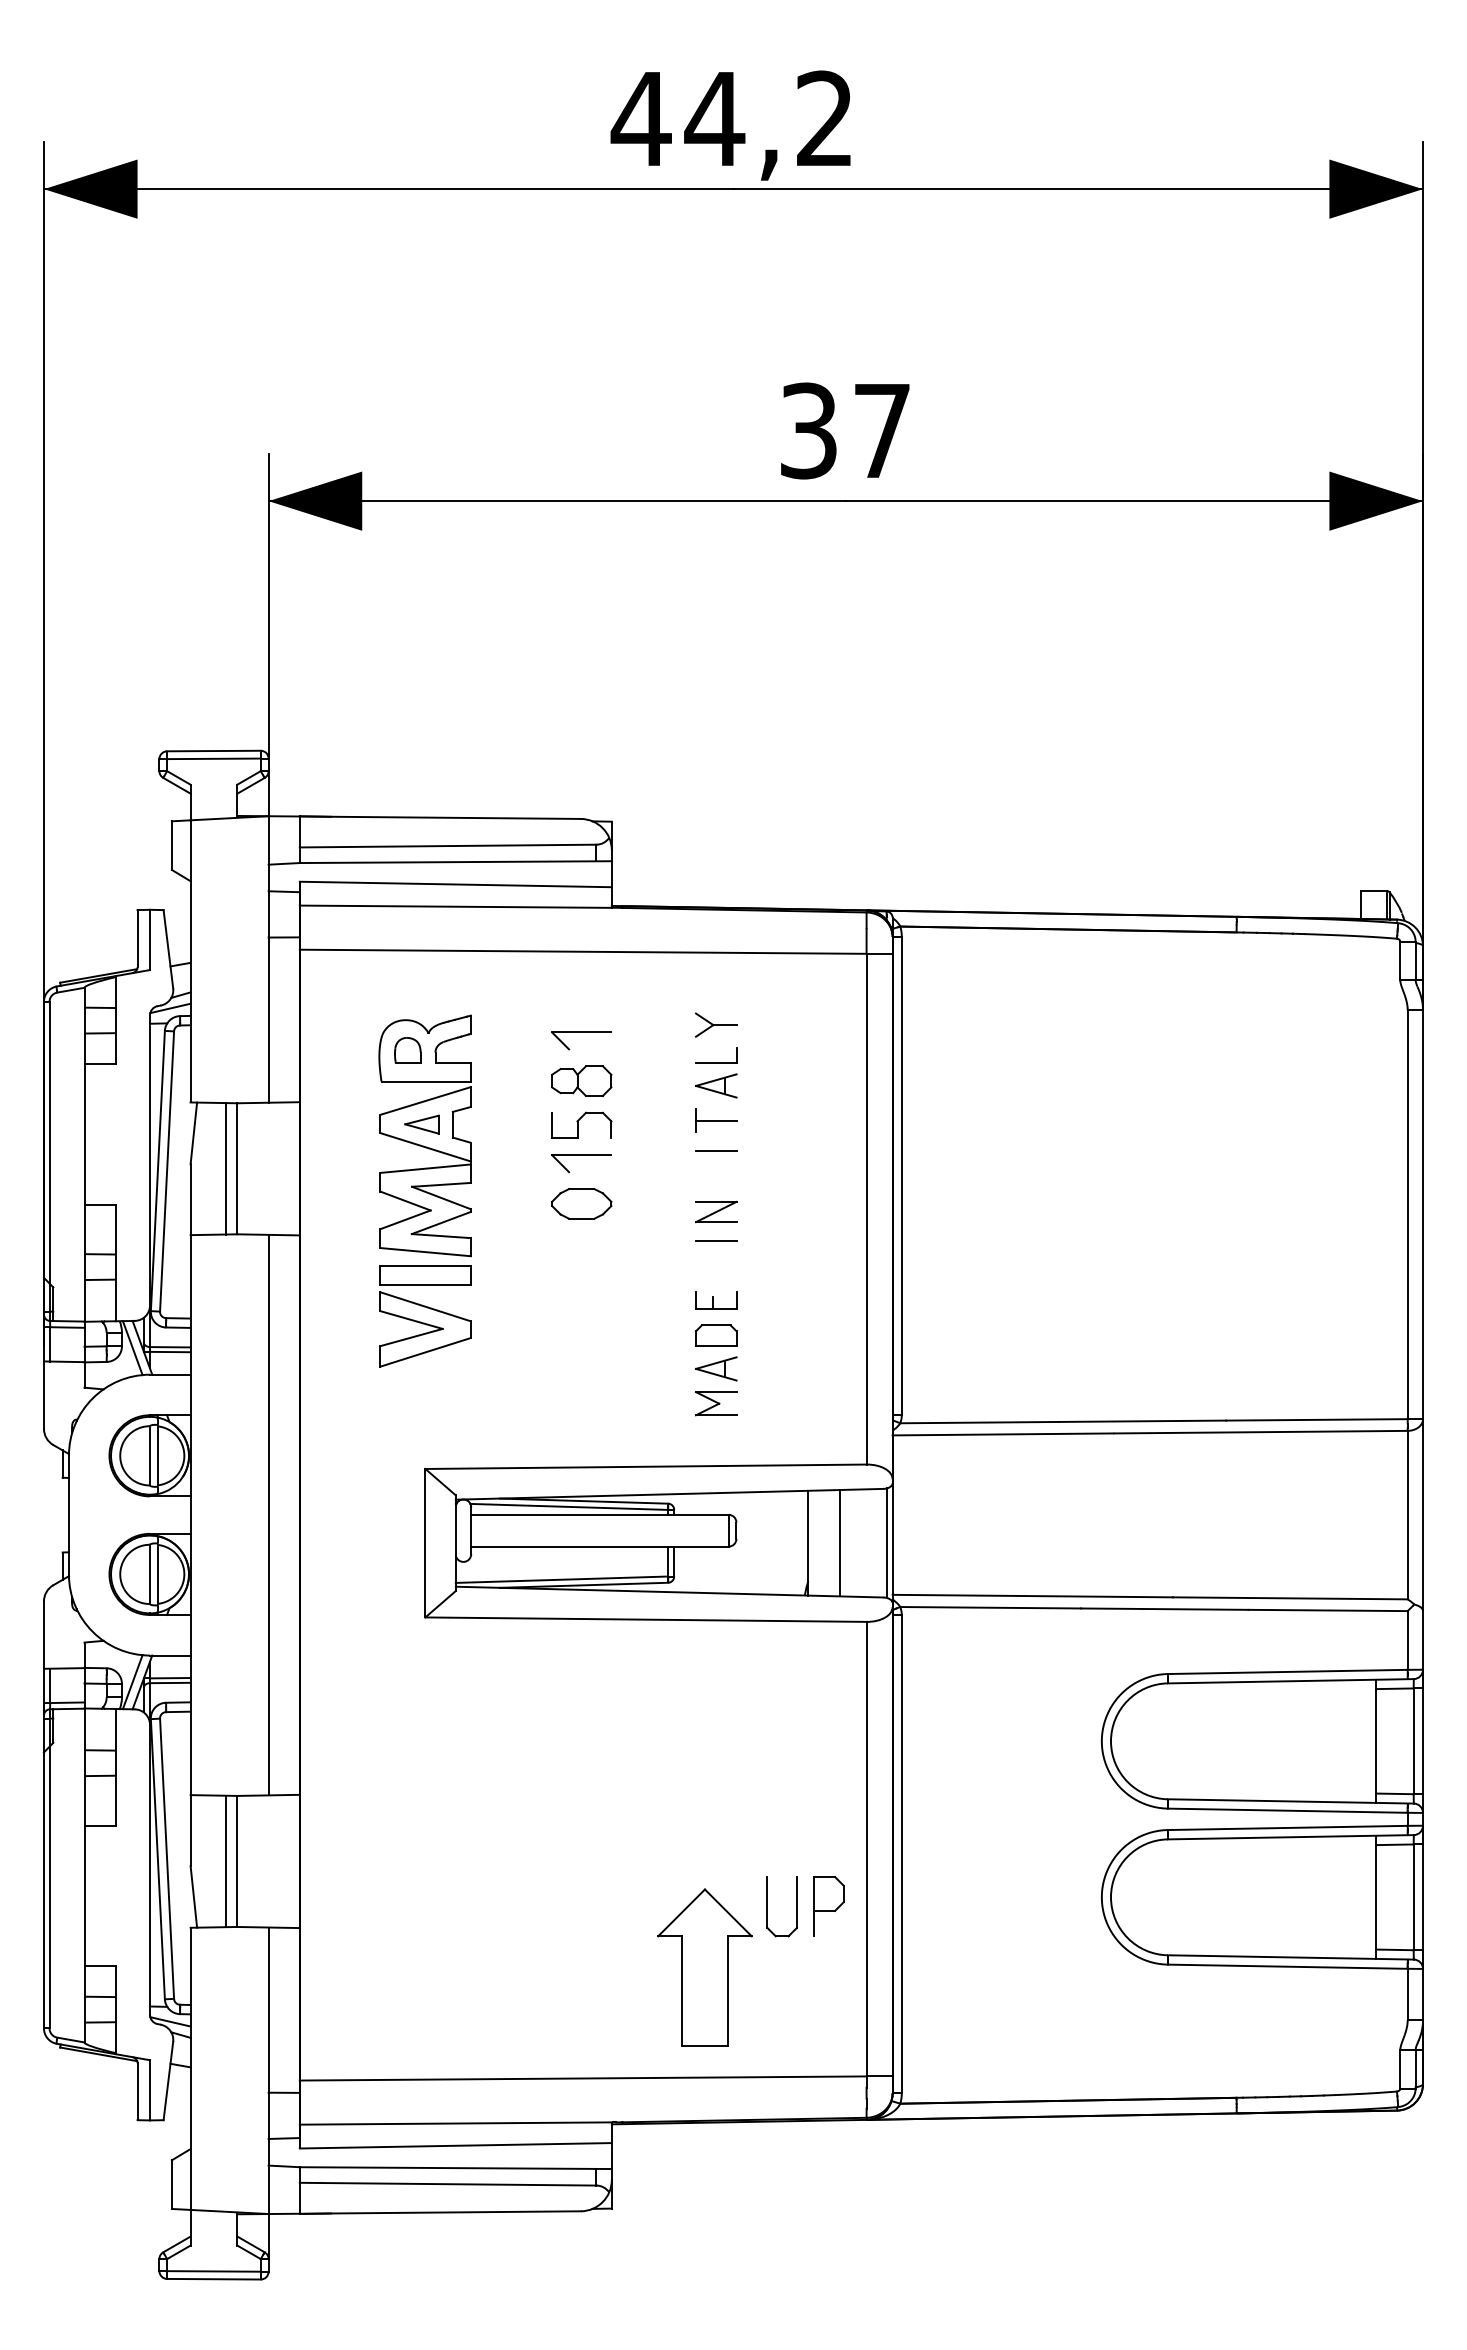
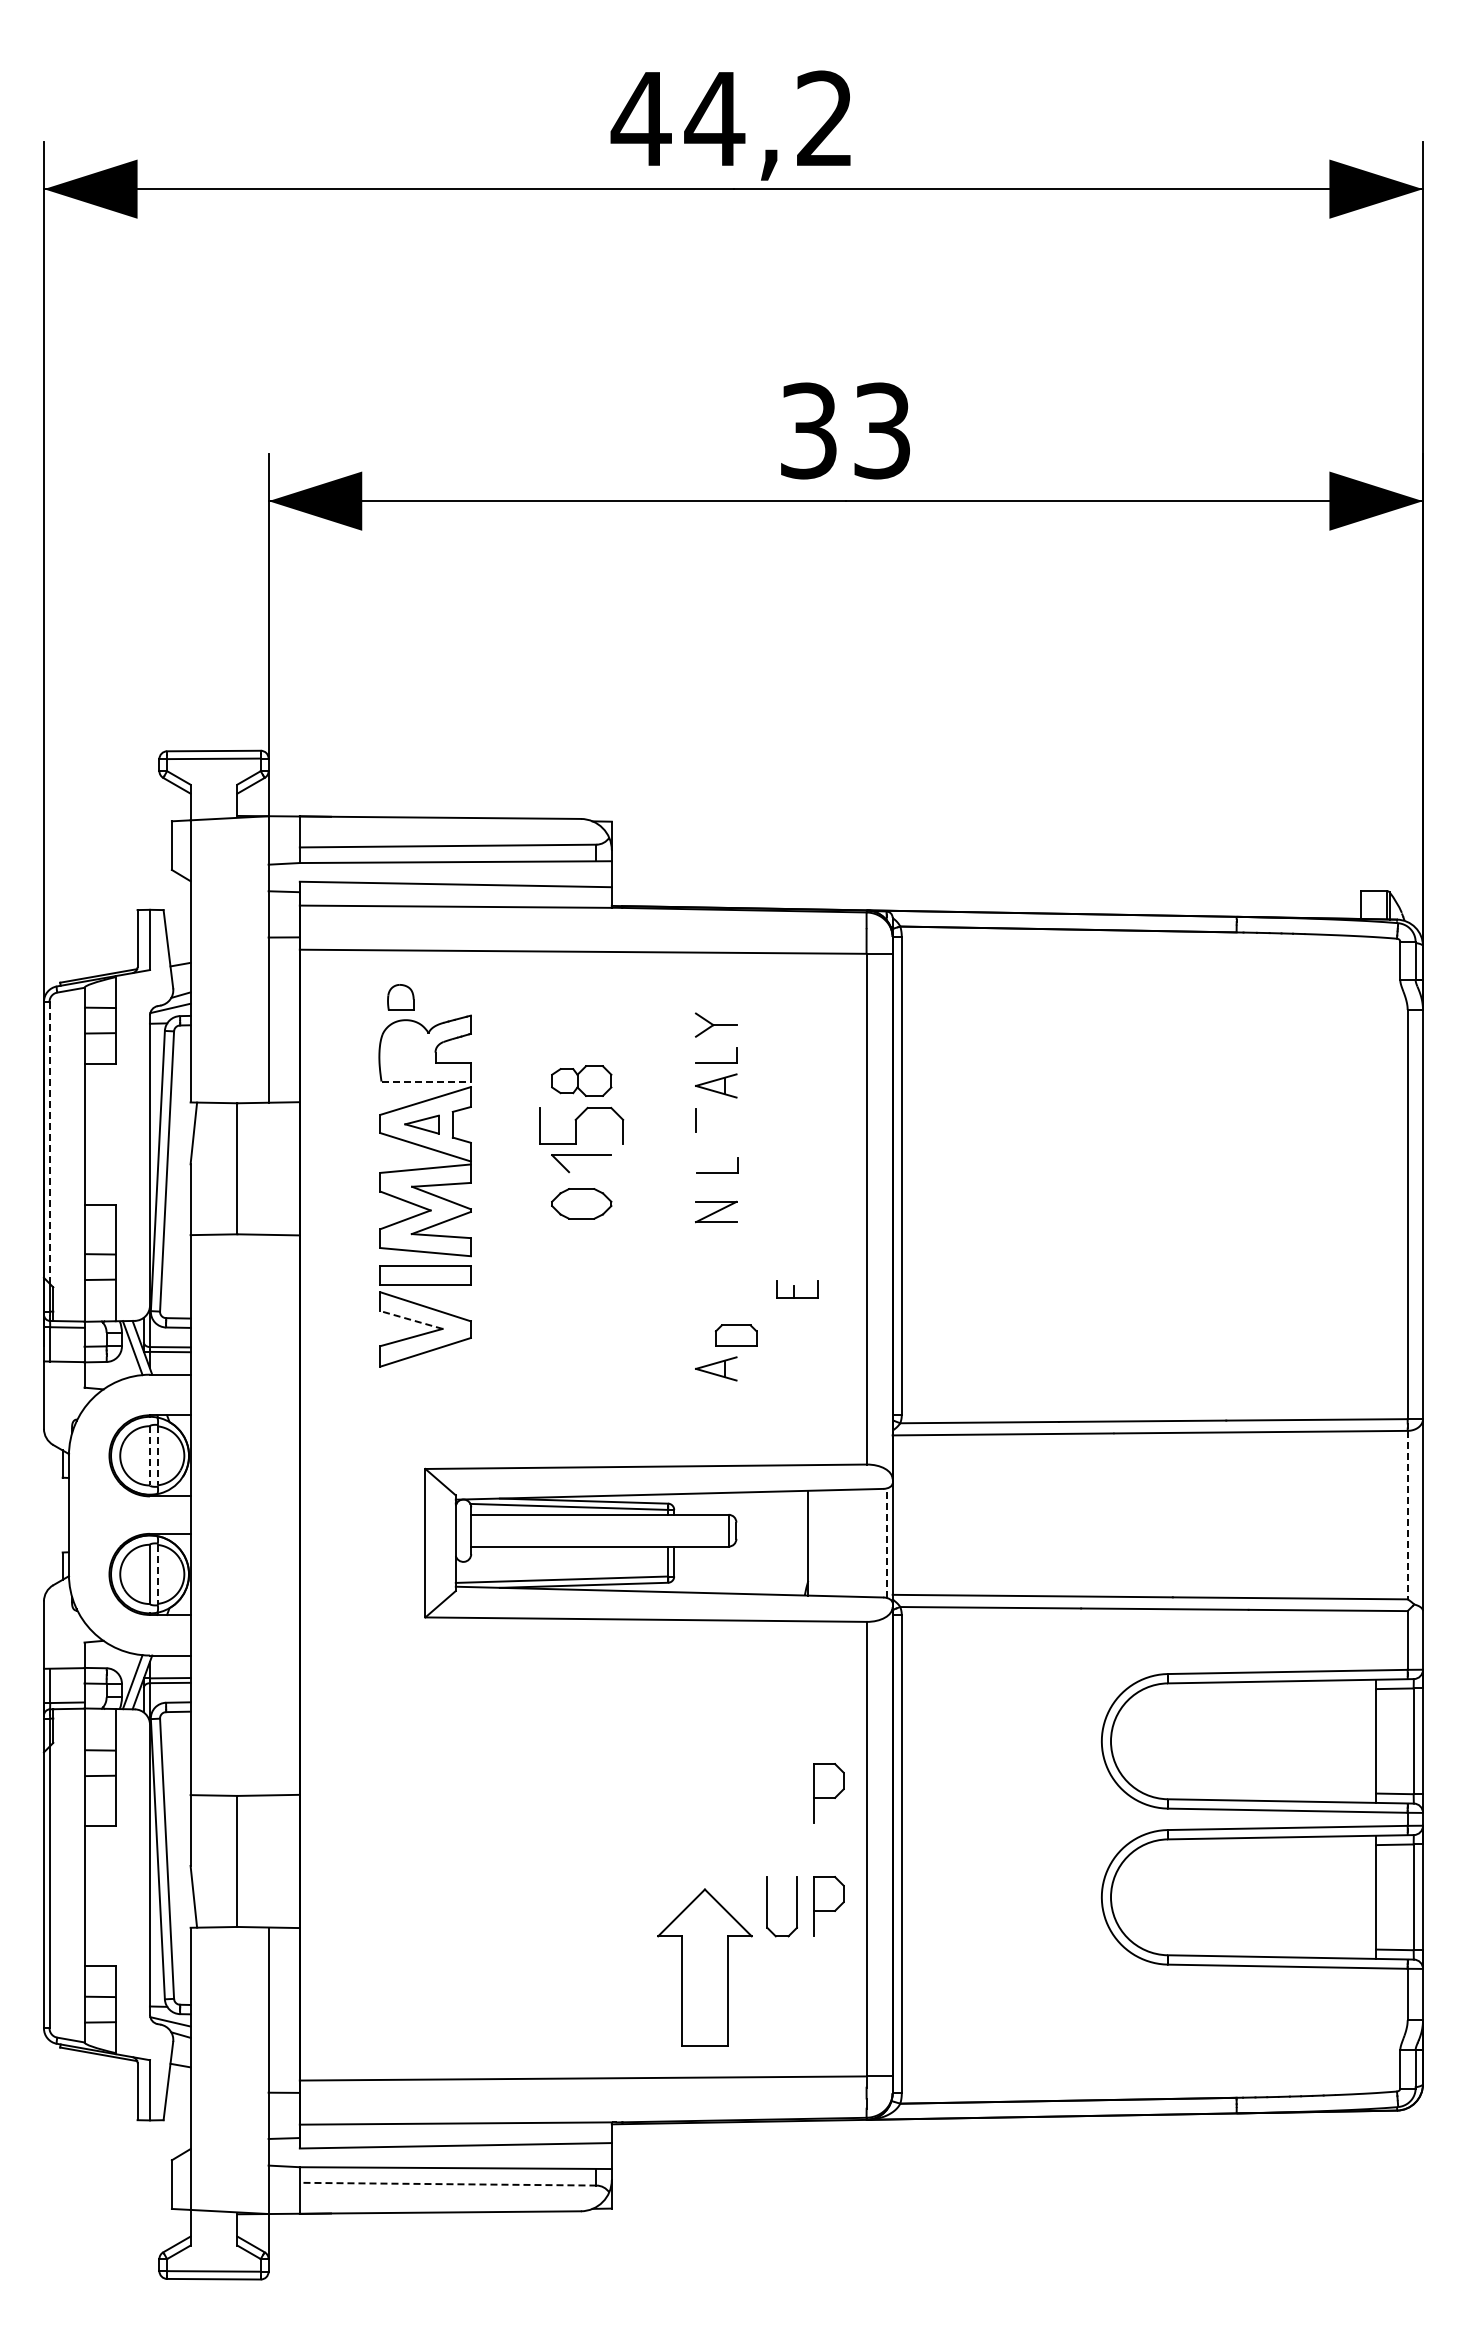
text at (881, 430): 37 -> 33
part at (581, 1032): present -> none
part at (407, 1050) position: (407, 1050) -> (400, 997)
line at (426, 1081): solid -> dashed
line at (716, 1120): present -> none
part at (581, 1124) size: 62x28 px -> 86x39 px
line at (49, 1142): solid -> dashed
line at (716, 1150): present -> none
line at (226, 1168): present -> none
part at (717, 1172): none -> present
line at (716, 1240): present -> none
part at (716, 1300) position: (716, 1300) -> (797, 1289)
line at (411, 1319): solid -> dashed
part at (716, 1335) position: (716, 1335) -> (736, 1335)
part at (716, 1403): present -> none
line at (150, 1455): solid -> dashed
line at (158, 1456): solid -> dashed
line at (268, 1514): present -> none
line at (1407, 1515): solid -> dashed
line at (839, 1543): present -> none
line at (886, 1543): solid -> dashed
line at (158, 1574): solid -> dashed
part at (828, 1793): none -> present
line at (226, 1861): present -> none
line at (447, 2184): solid -> dashed
